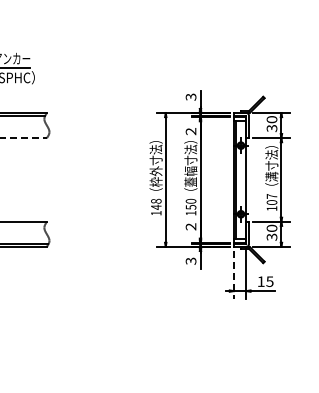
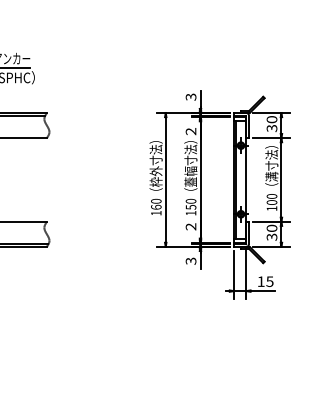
line at (24, 138): dashed -> solid
text at (271, 196): 107 -> 100
text at (156, 203): 148 -> 160
line at (233, 275): dashed -> solid
